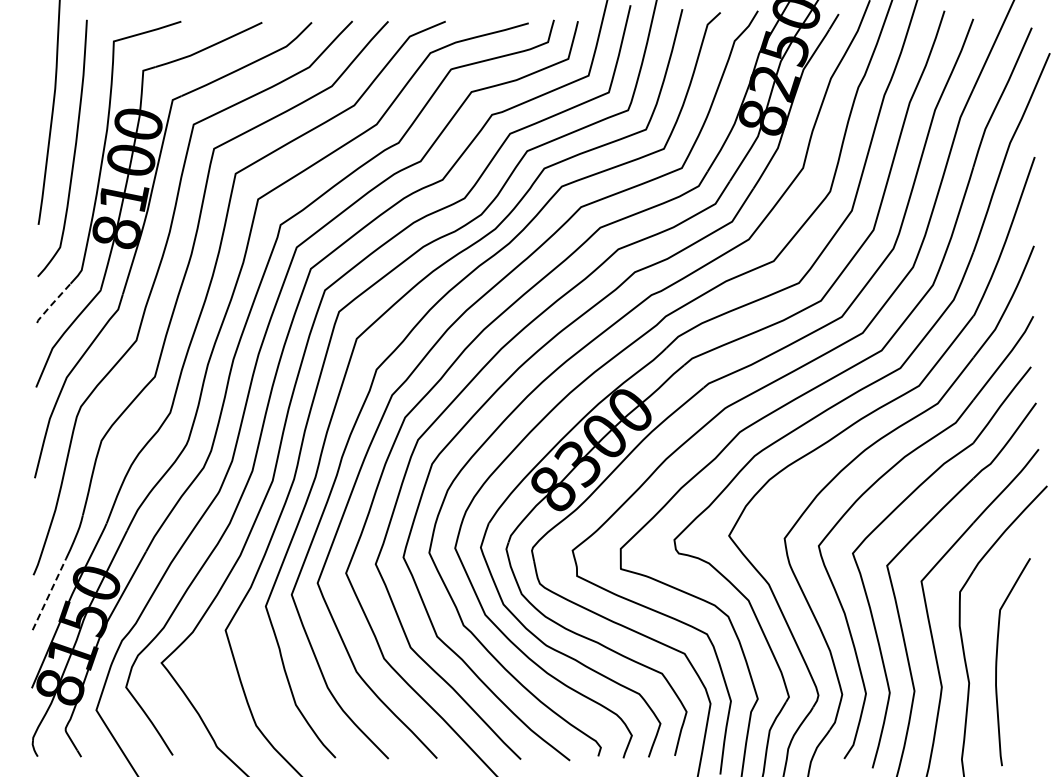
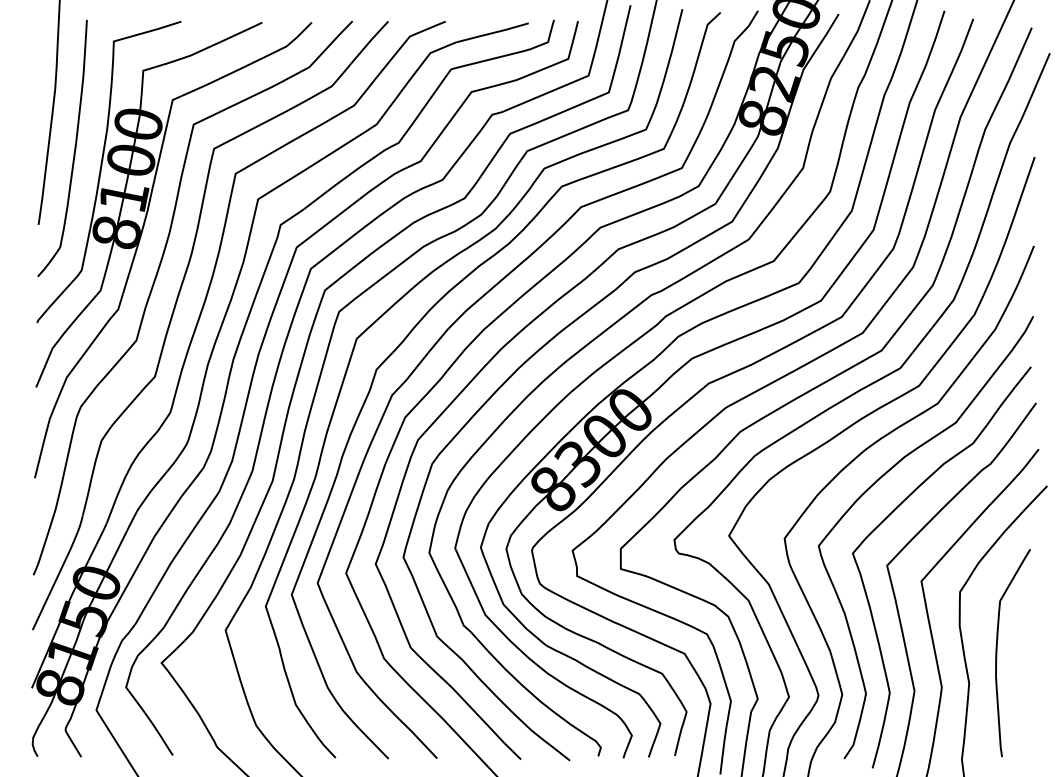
line at (52, 303): dashed -> solid
line at (49, 594): dashed -> solid
curve at (997, 662) position: (997, 662) -> (997, 653)
